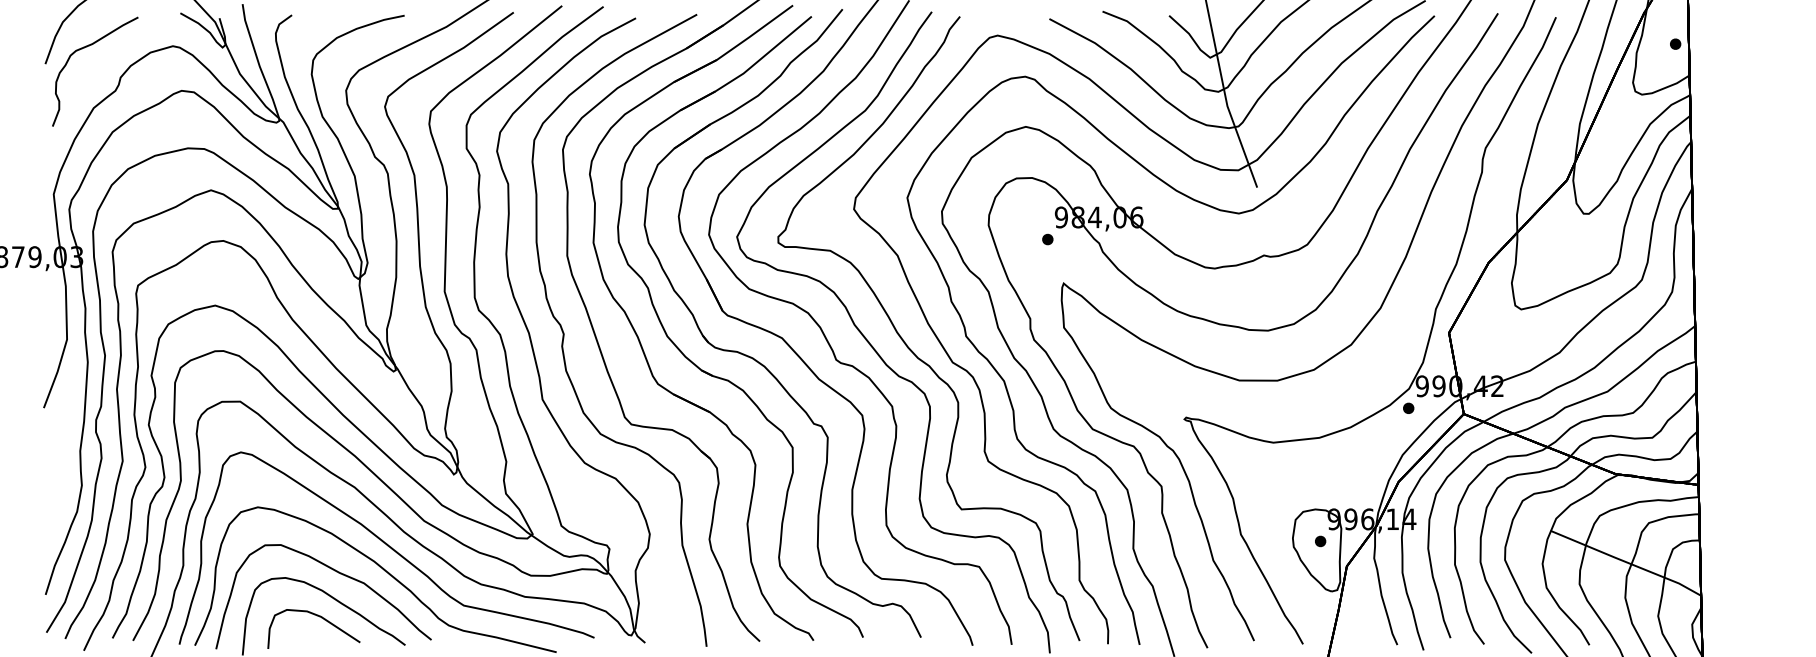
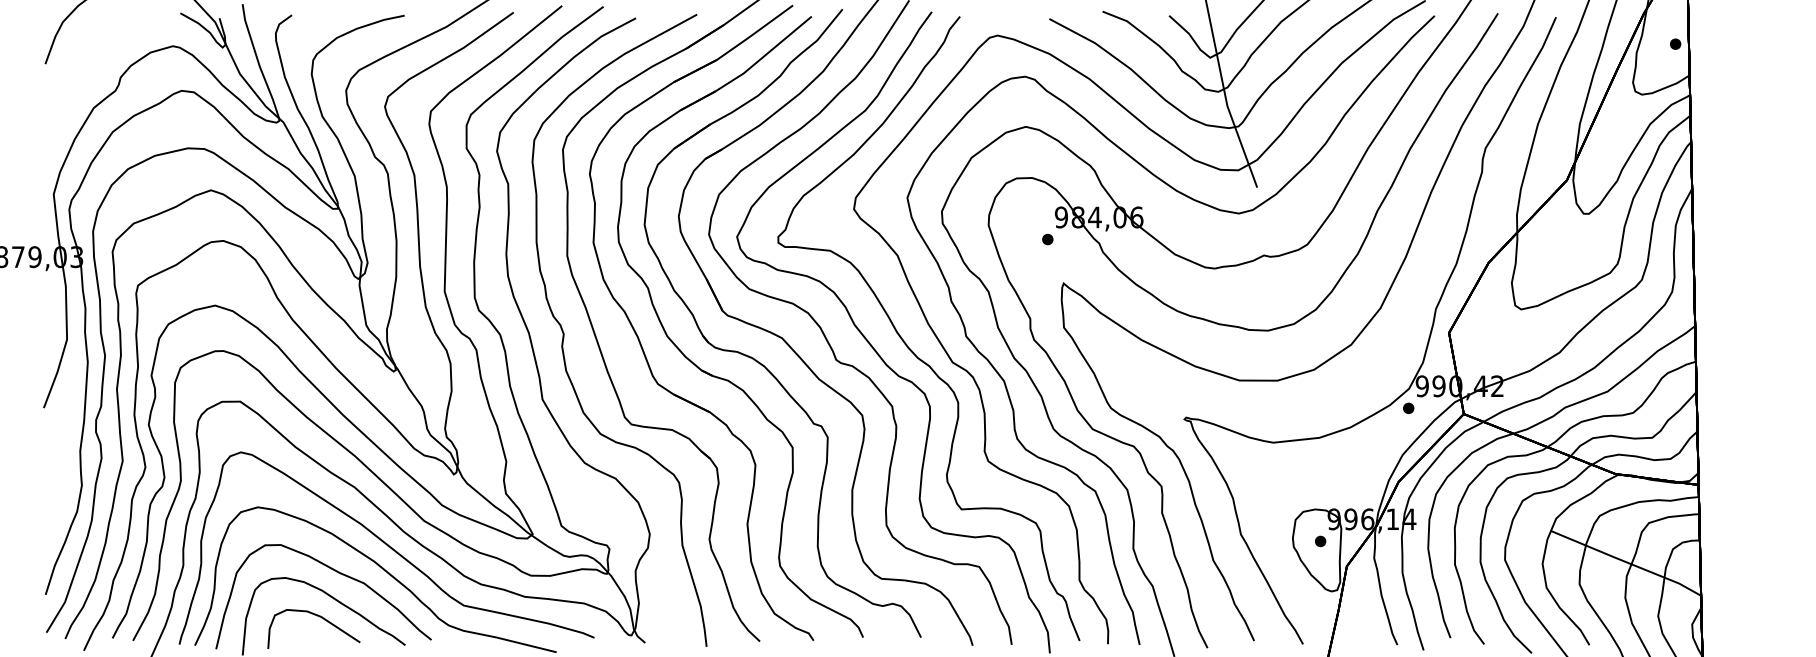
curve at (87, 47): present -> none
